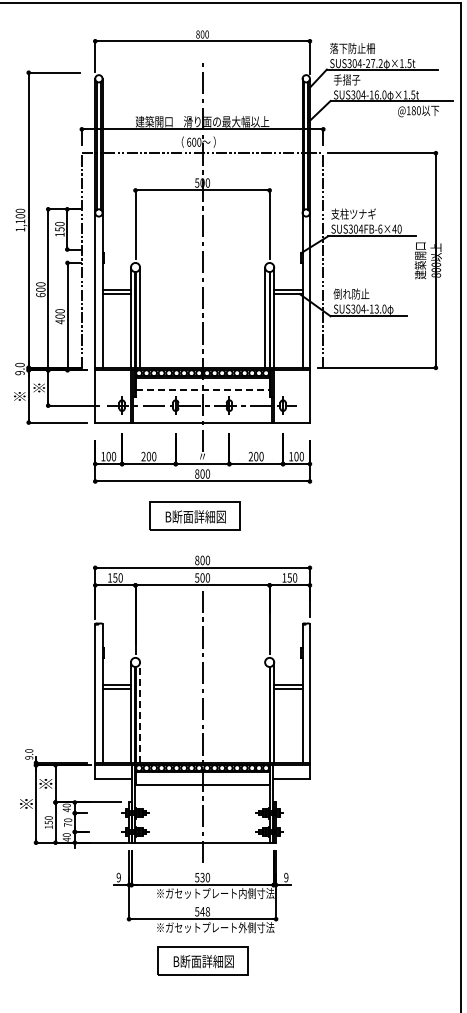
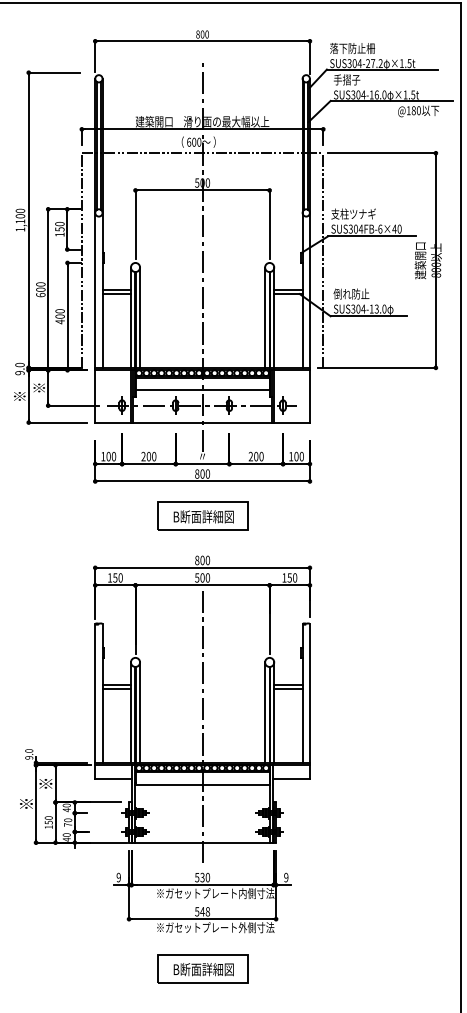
line at (203, 389): dashed -> solid
part at (194, 515) position: (194, 515) -> (202, 515)
line at (140, 712): dashed -> solid
line at (265, 712): none -> present
part at (202, 960) position: (202, 960) -> (202, 968)
